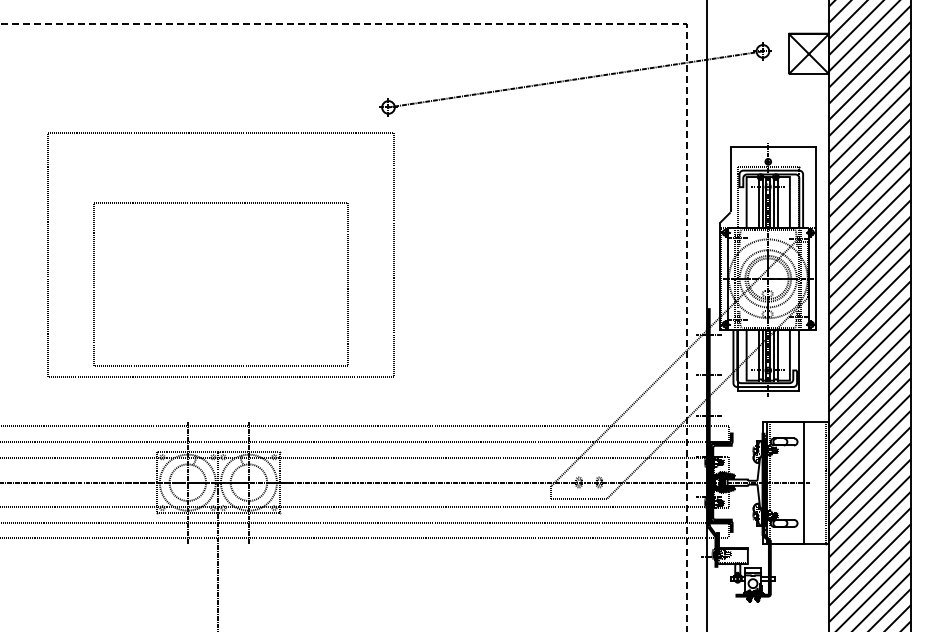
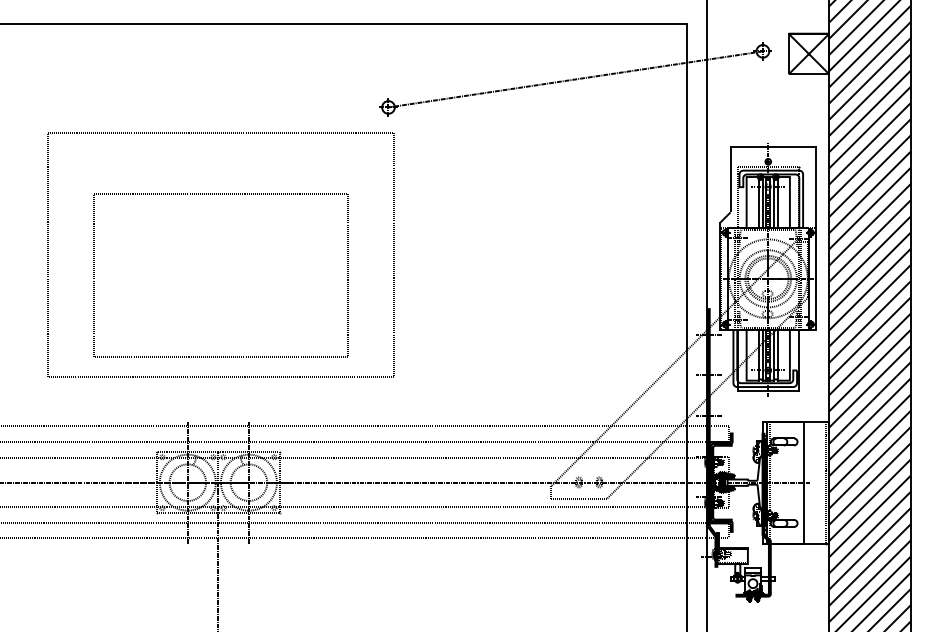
line at (647, 24): dashed -> solid
part at (220, 203) position: (220, 203) -> (220, 194)
